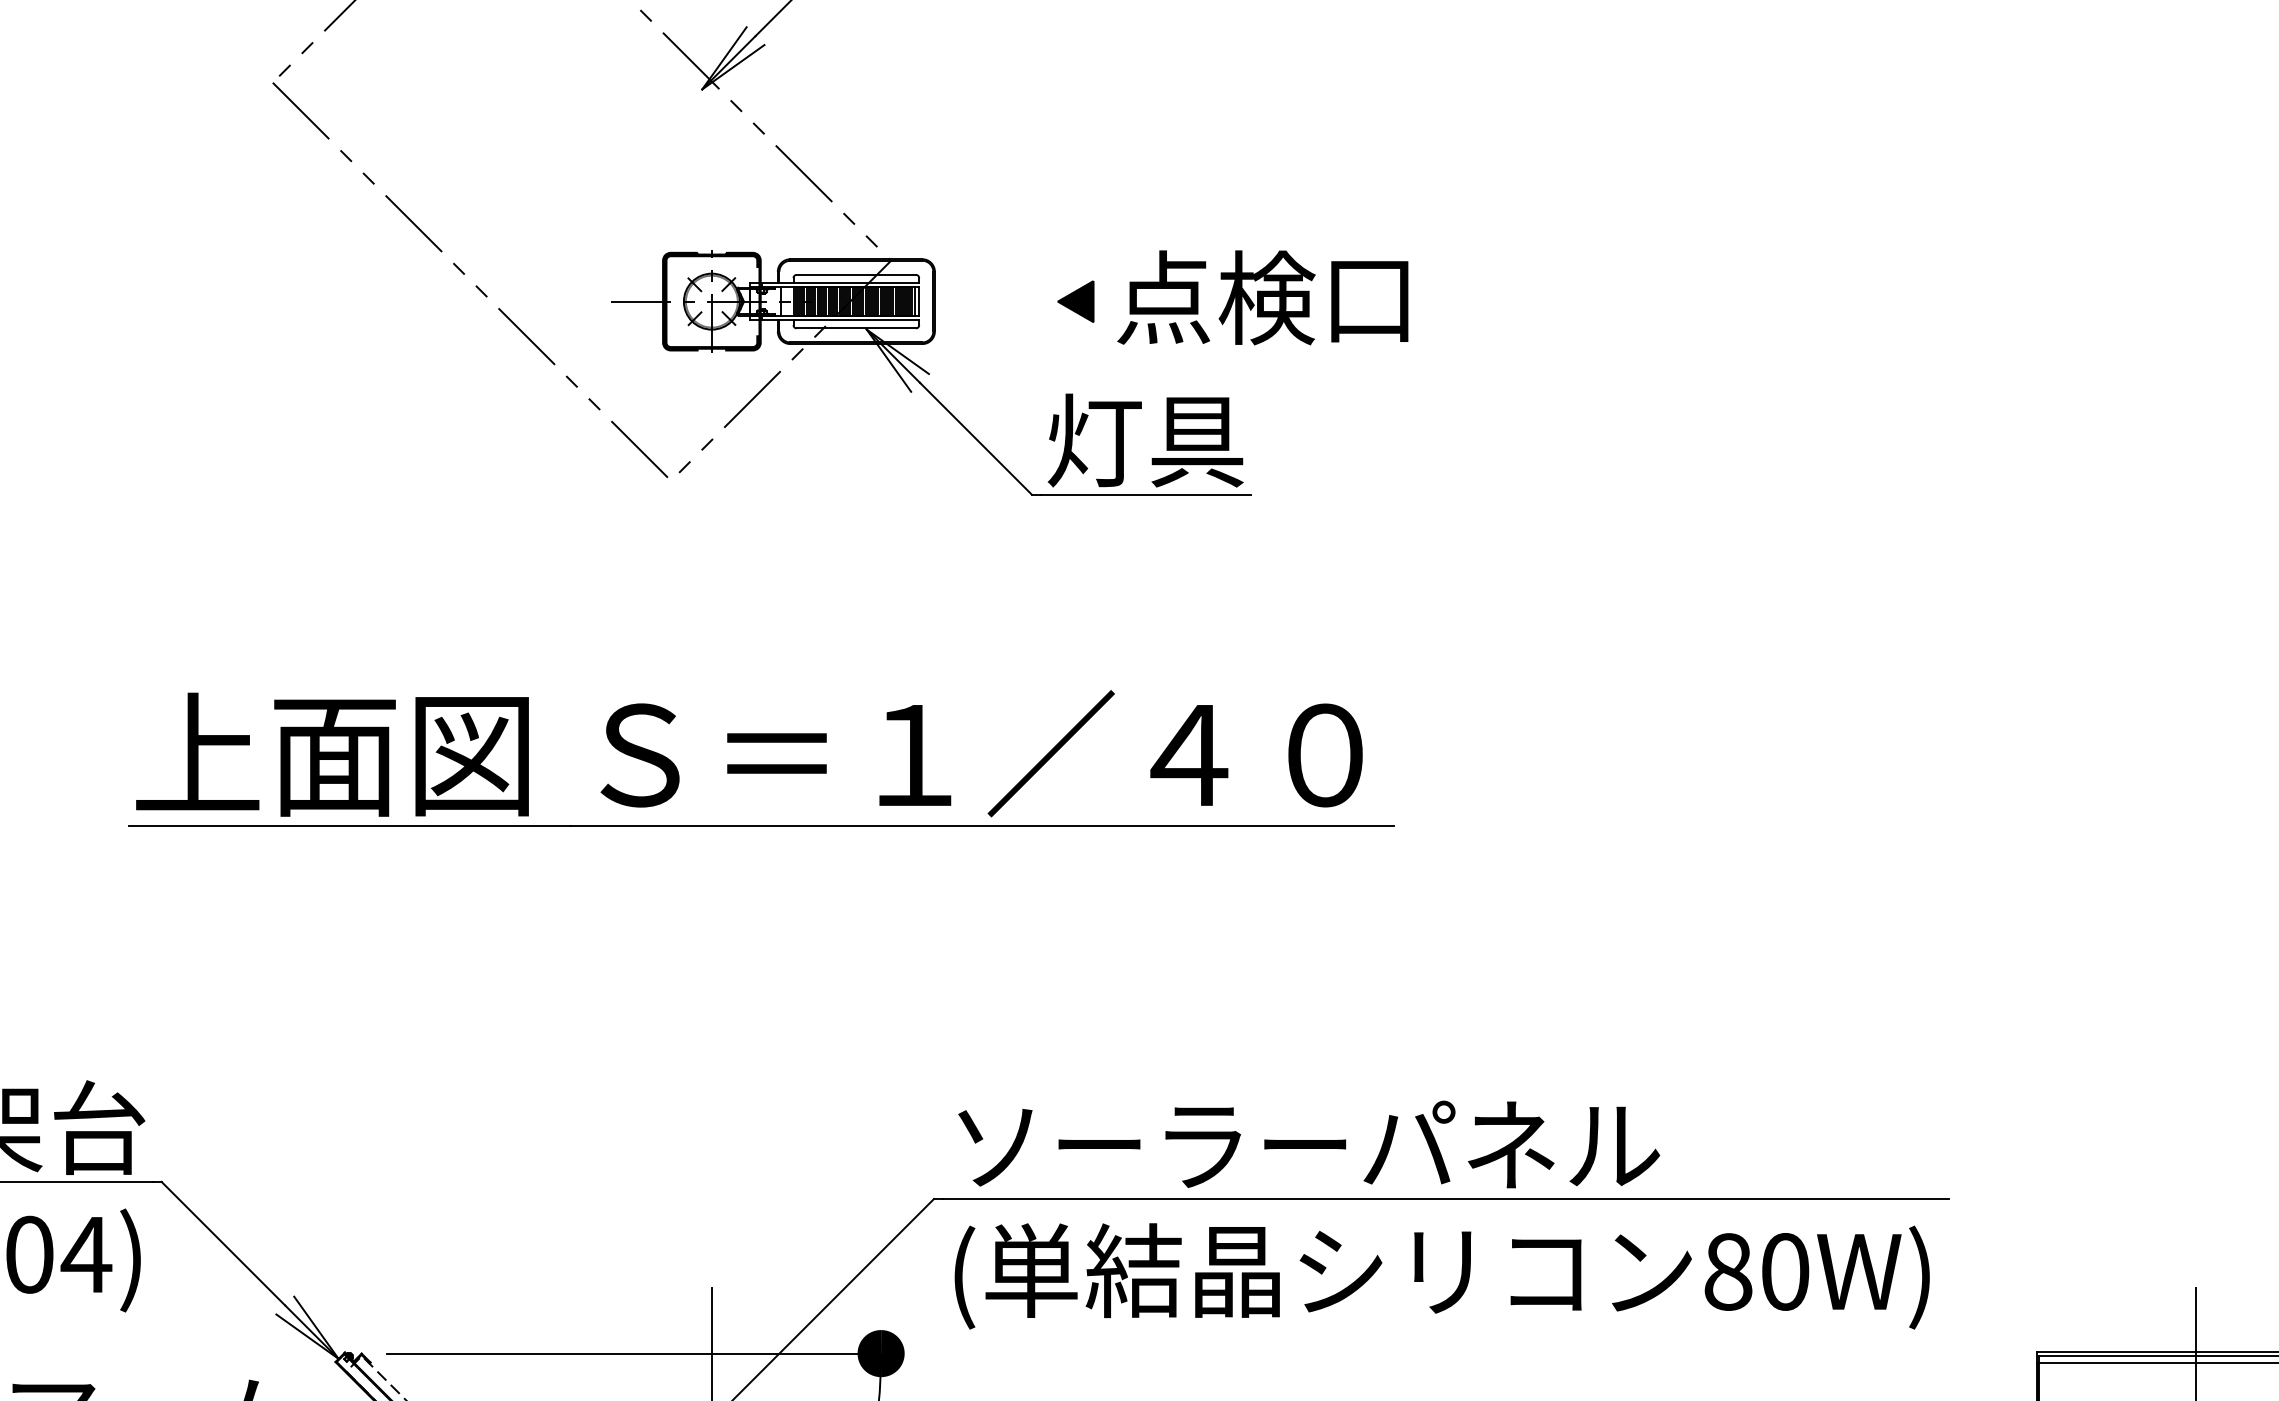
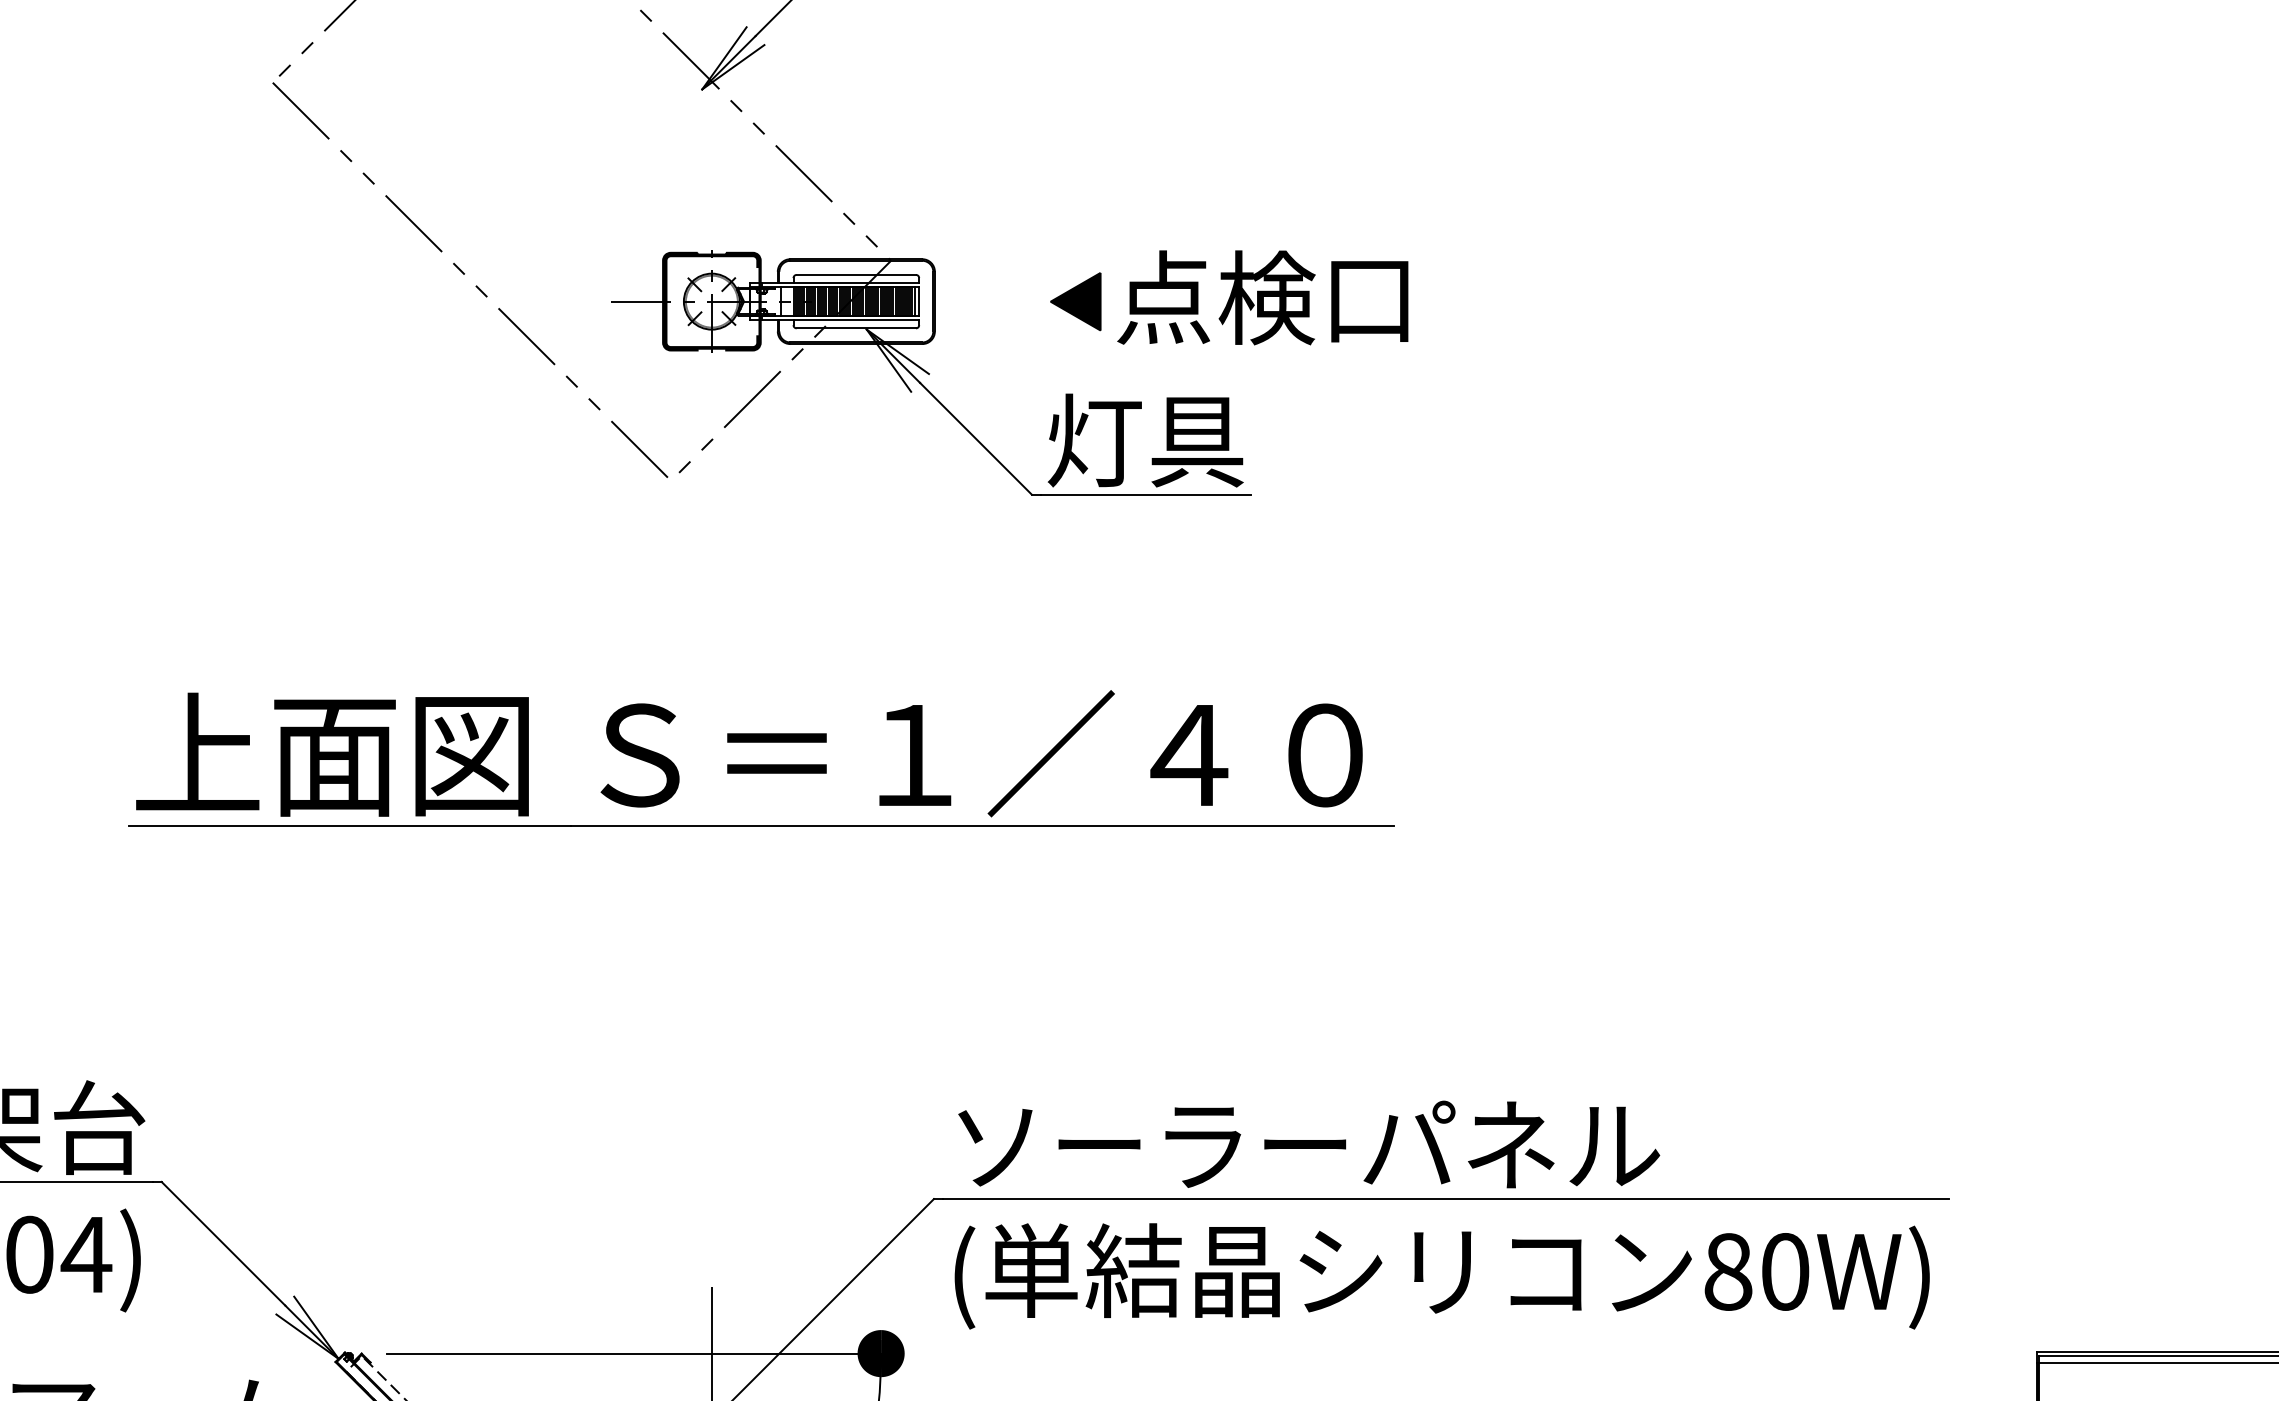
part at (1075, 301) size: 38x43 px -> 52x60 px
line at (2195, 1342): present -> none
